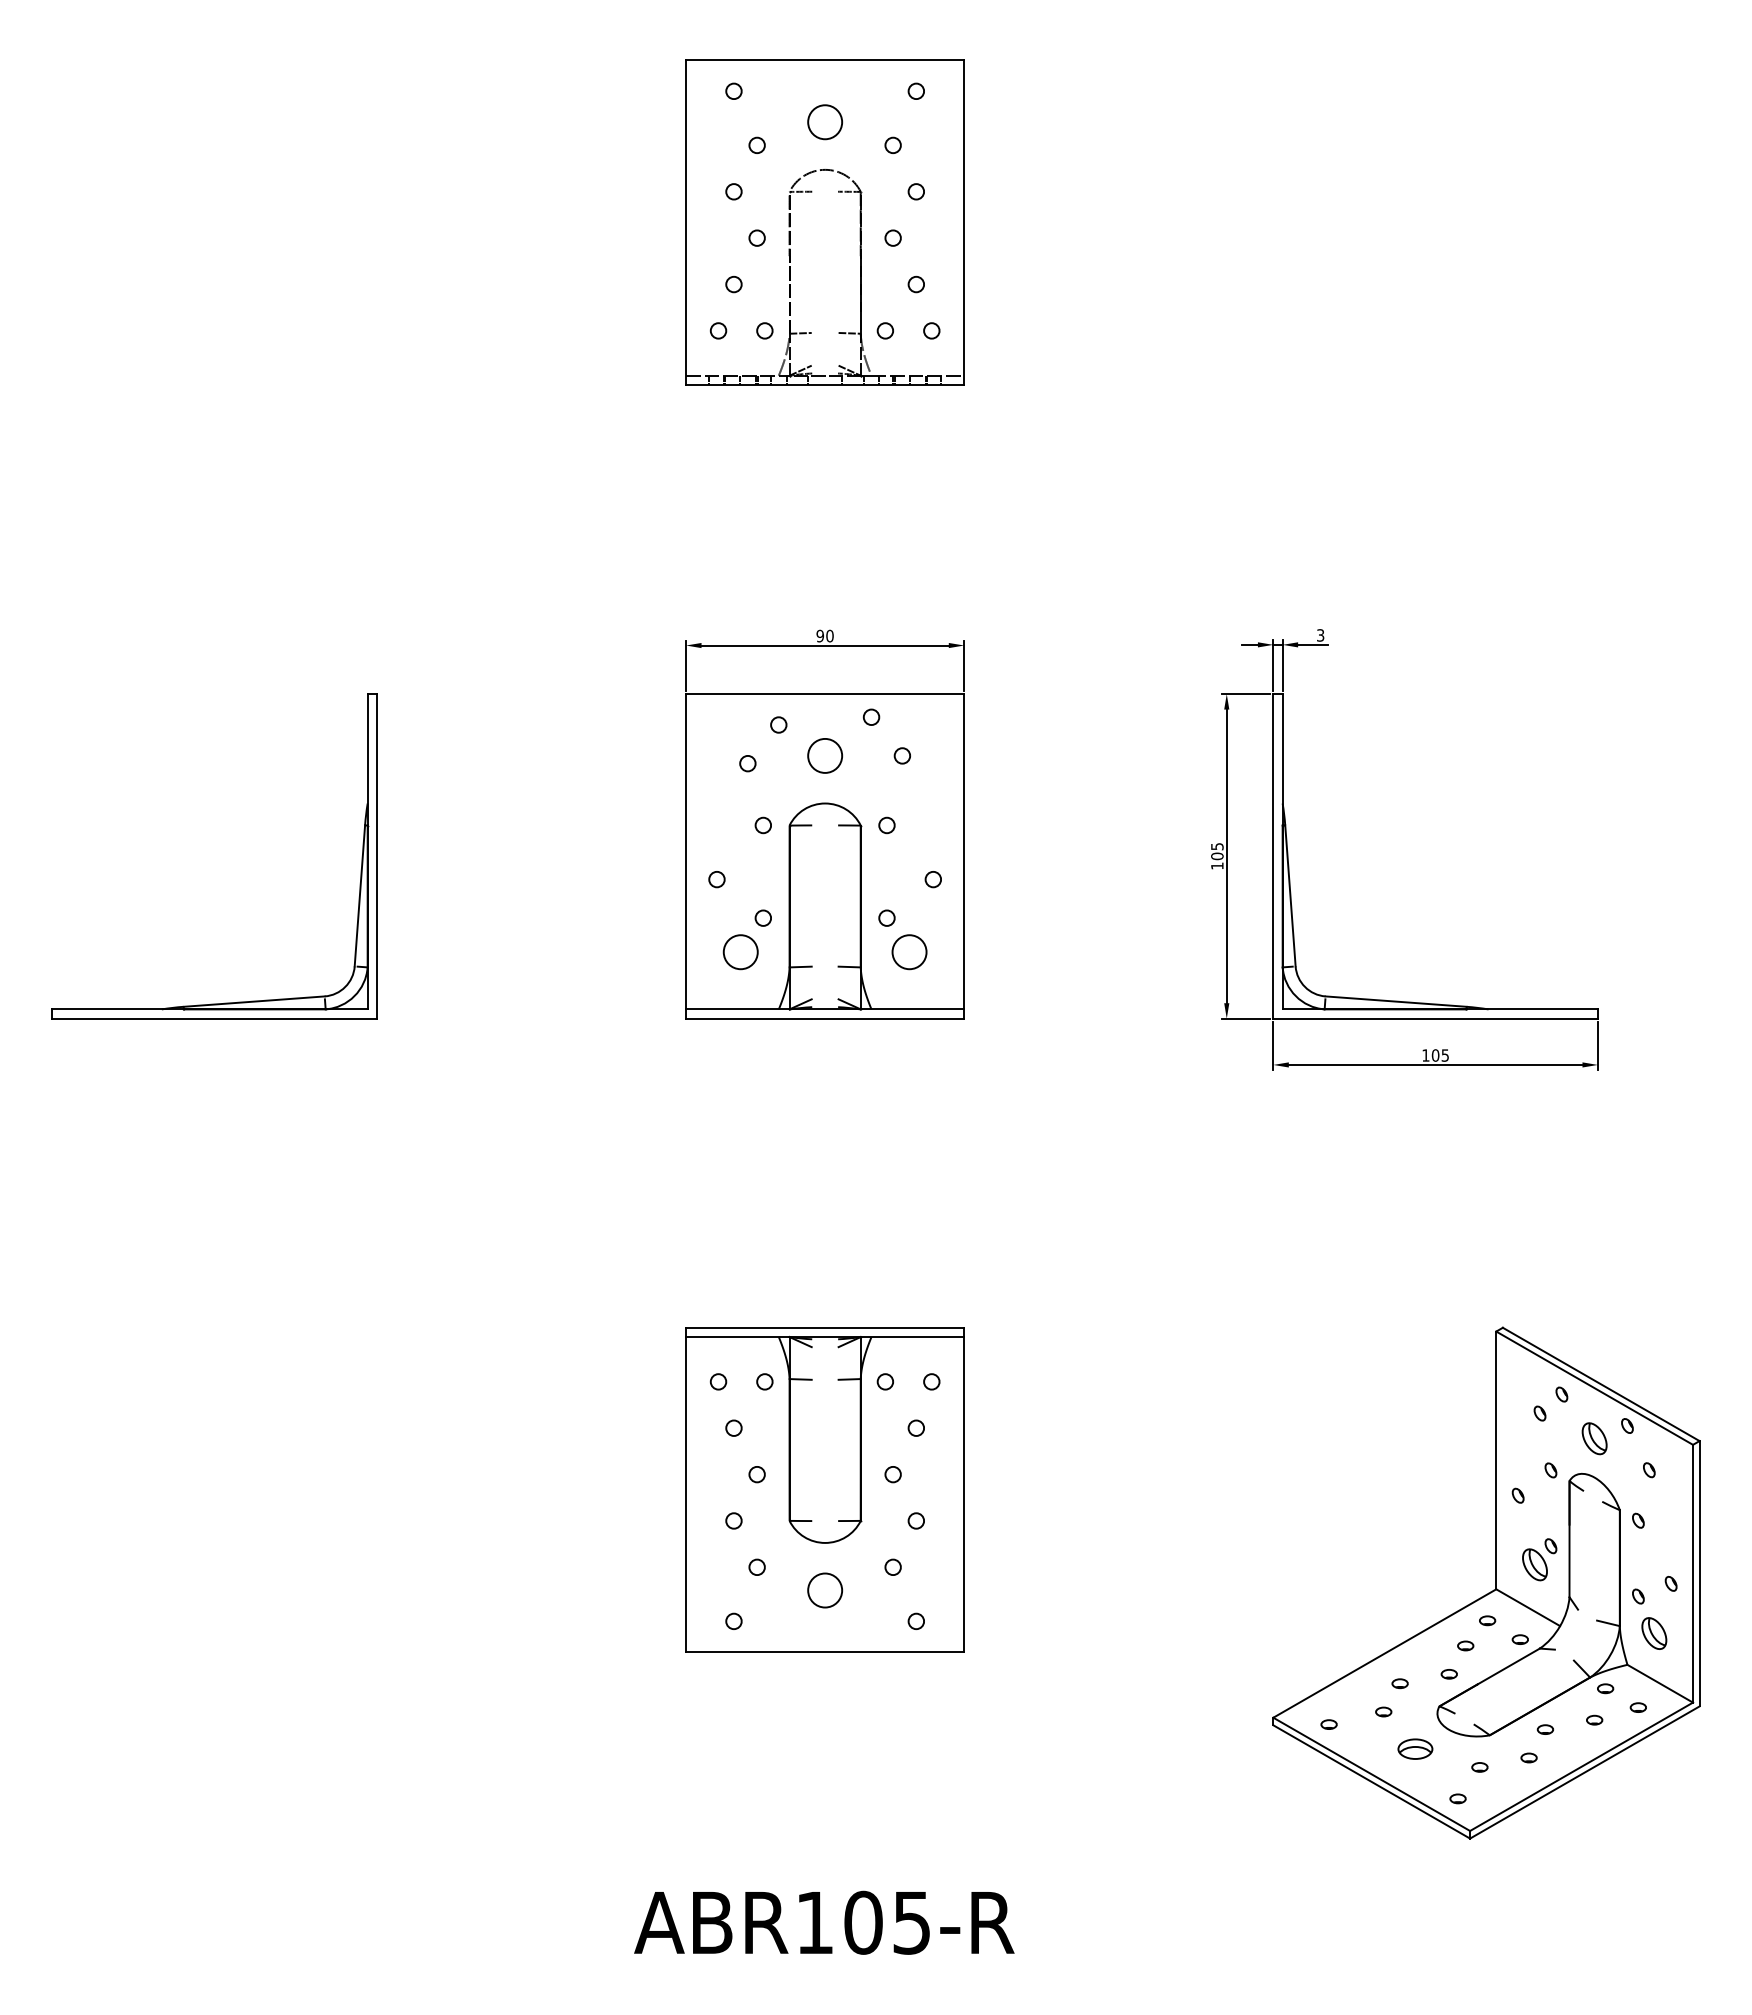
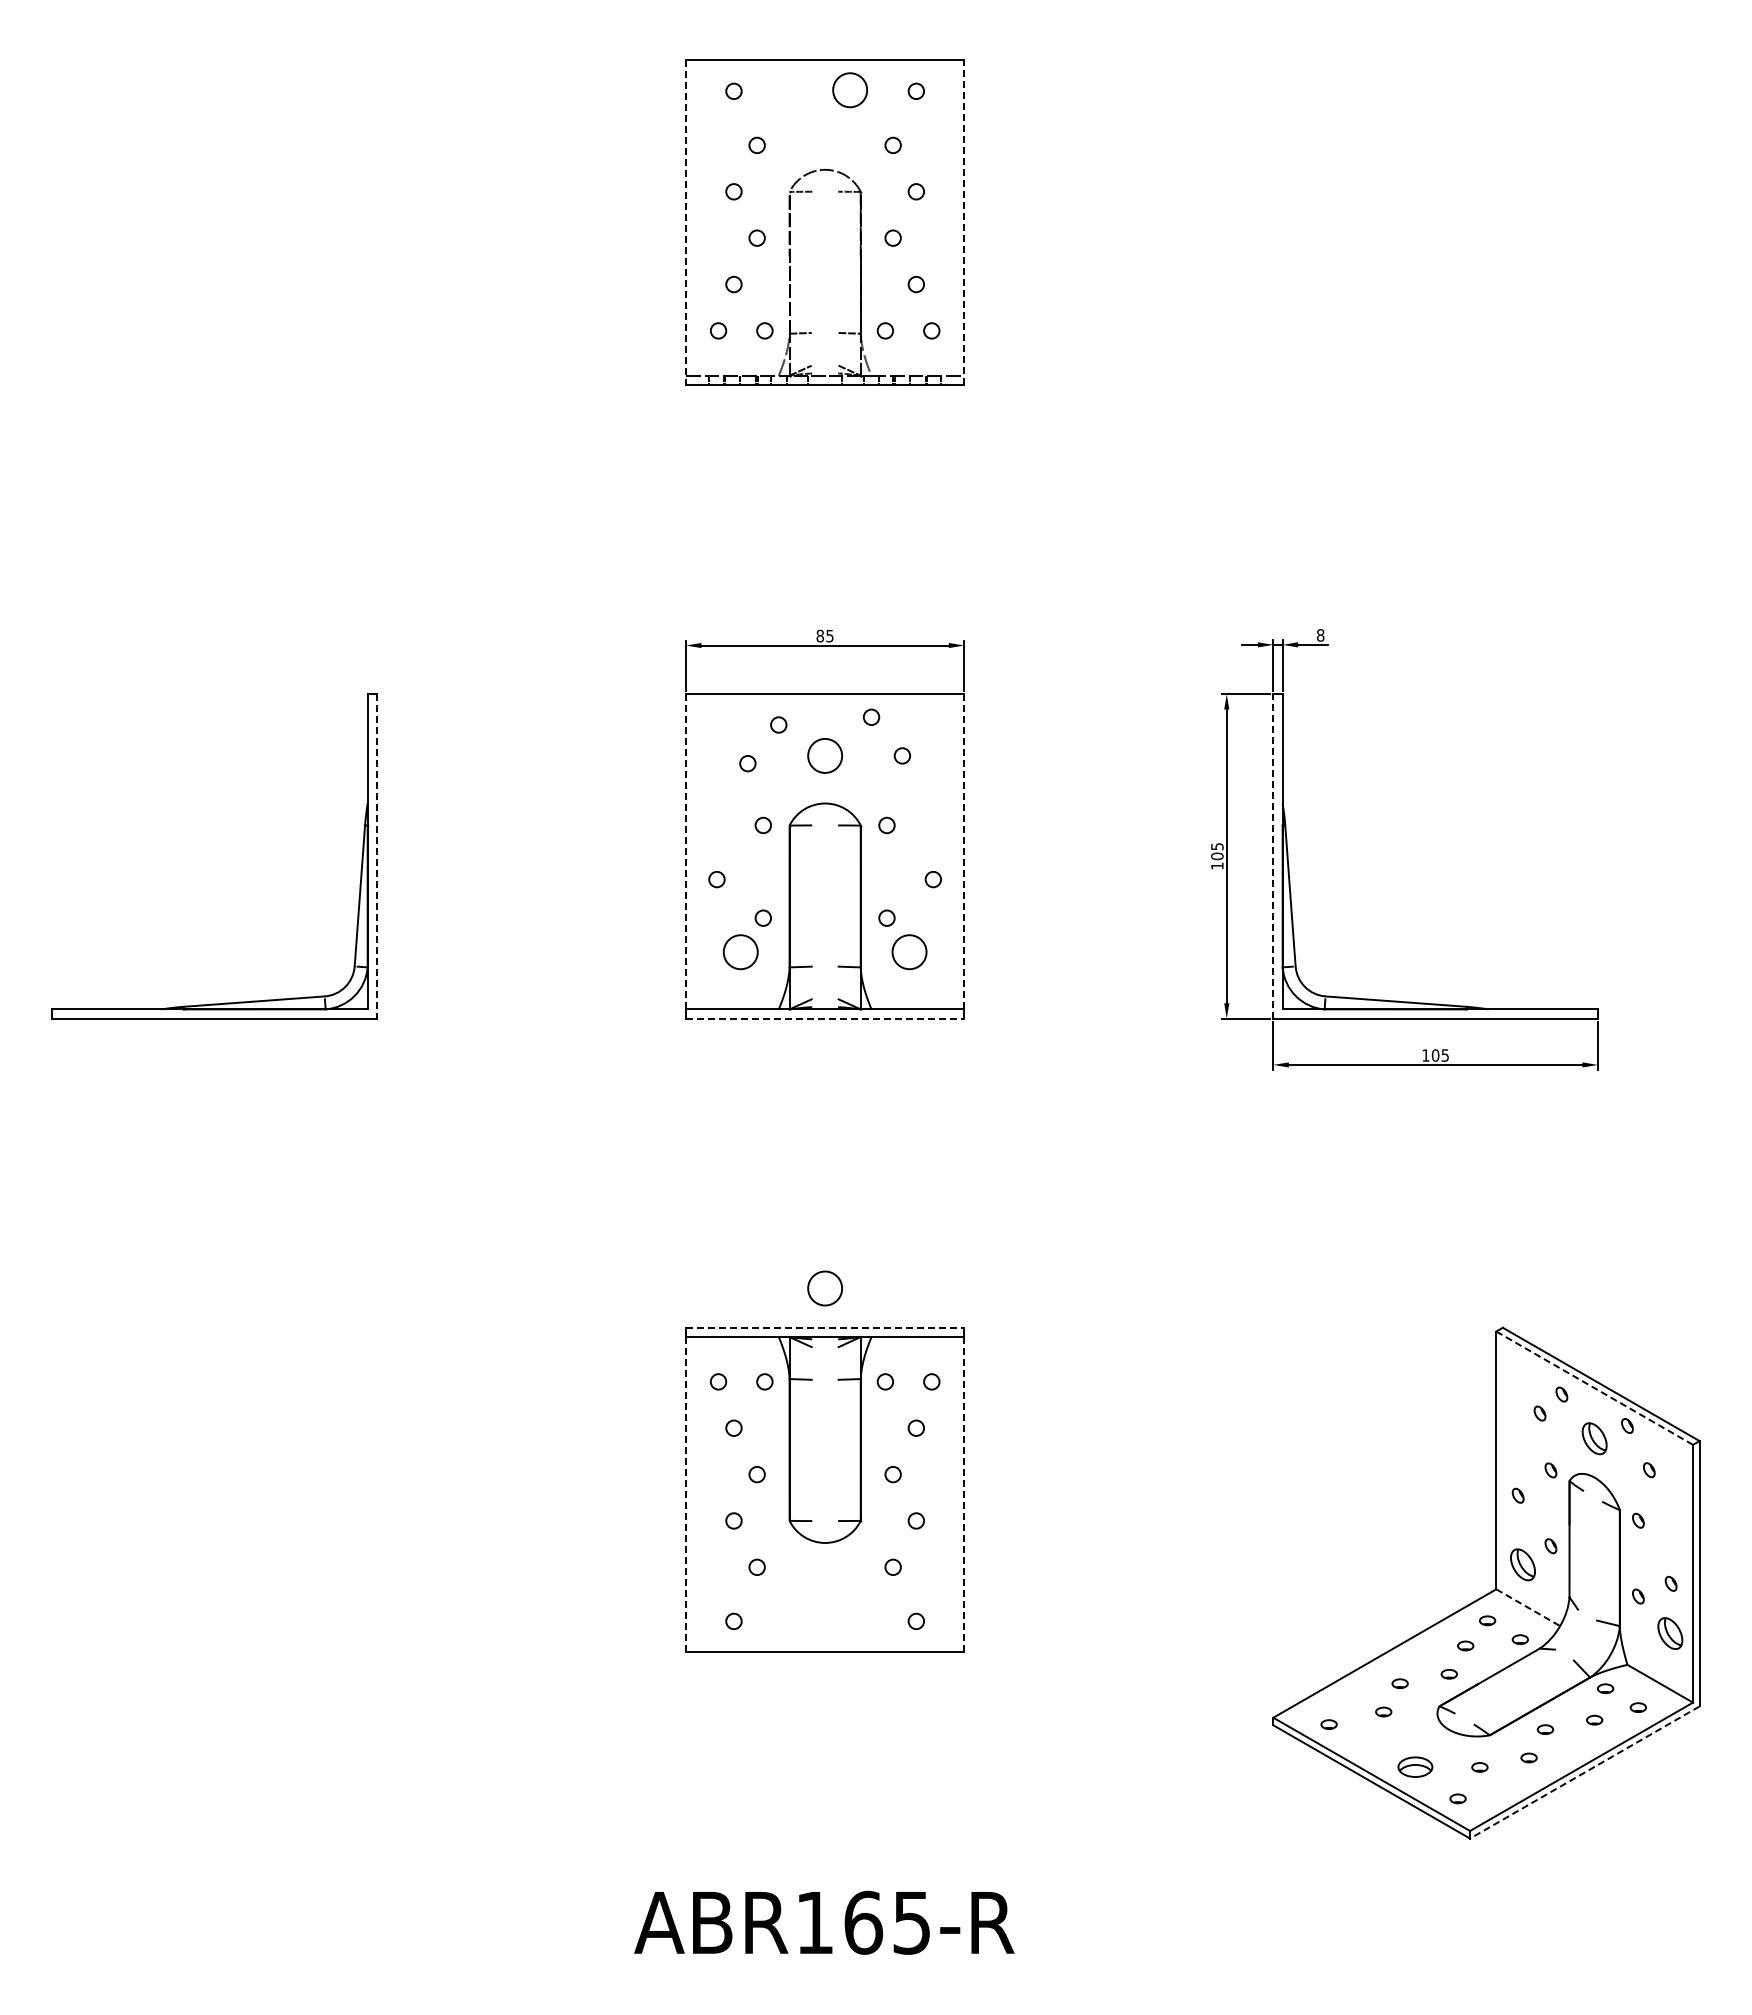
circle at (825, 122) position: (825, 122) -> (850, 90)
line at (964, 222): solid -> dashed
line at (686, 223): solid -> dashed
text at (824, 635): 90 -> 85
text at (1320, 635): 3 -> 8
line at (686, 851): solid -> dashed
line at (964, 851): solid -> dashed
line at (1273, 855): solid -> dashed
line at (376, 856): solid -> dashed
line at (825, 1018): solid -> dashed
line at (825, 1327): solid -> dashed
line at (1594, 1388): solid -> dashed
line at (686, 1494): solid -> dashed
line at (964, 1494): solid -> dashed
part at (1534, 1564) position: (1534, 1564) -> (1522, 1564)
circle at (825, 1590) position: (825, 1590) -> (825, 1288)
line at (1528, 1607): solid -> dashed
part at (1654, 1633) position: (1654, 1633) -> (1670, 1633)
part at (1415, 1748) position: (1415, 1748) -> (1415, 1766)
line at (1584, 1772): solid -> dashed
text at (863, 1922): ABR105-R -> ABR165-R
